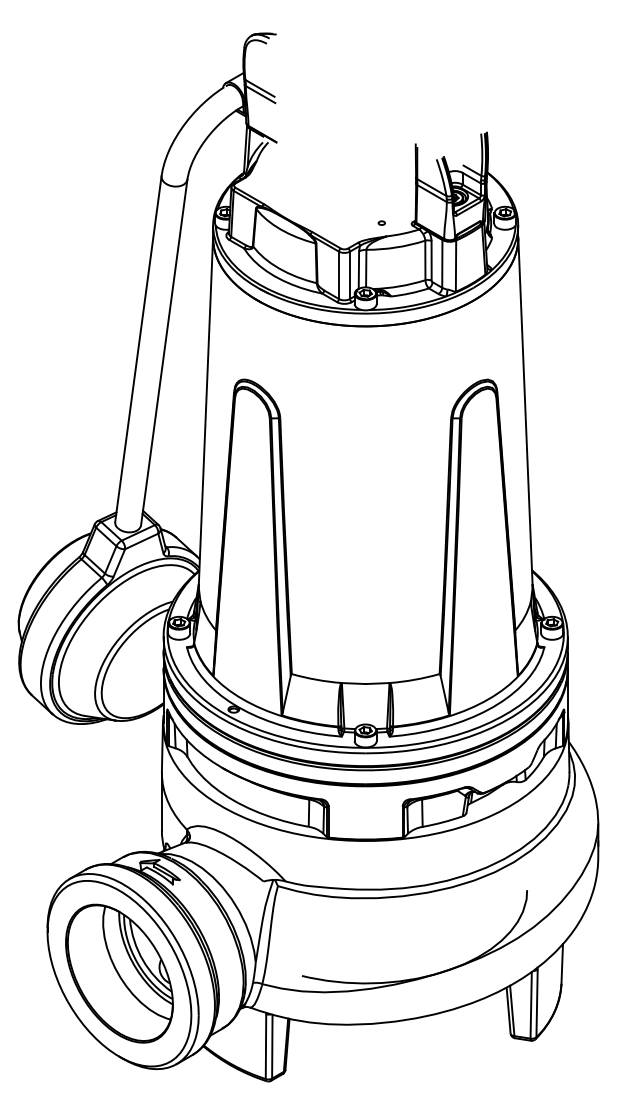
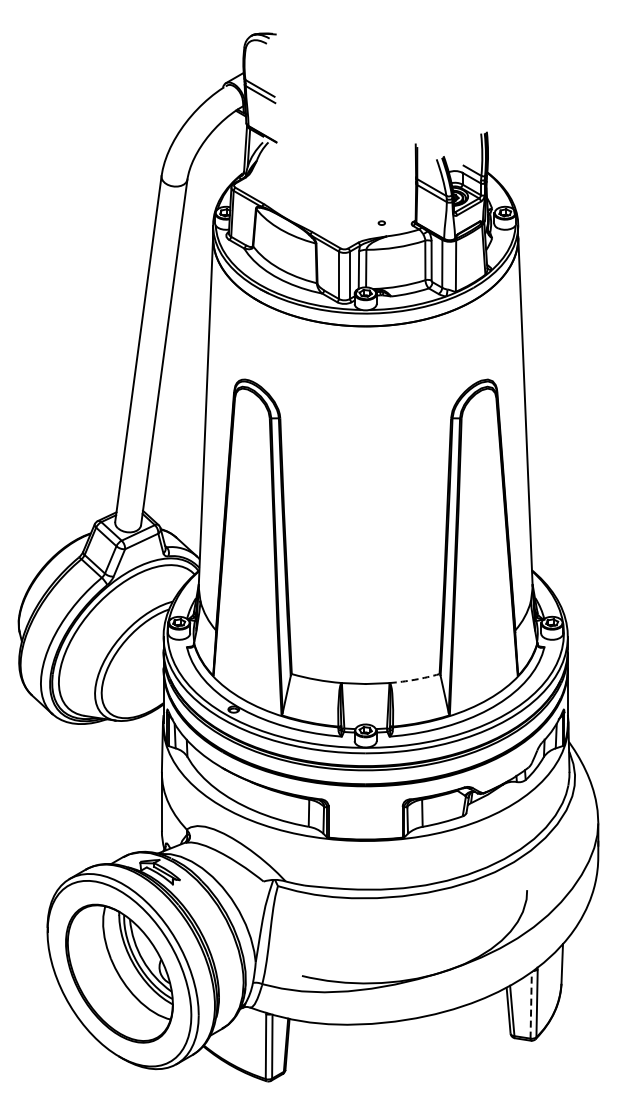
arc at (414, 679): solid -> dashed
line at (531, 1004): solid -> dashed
